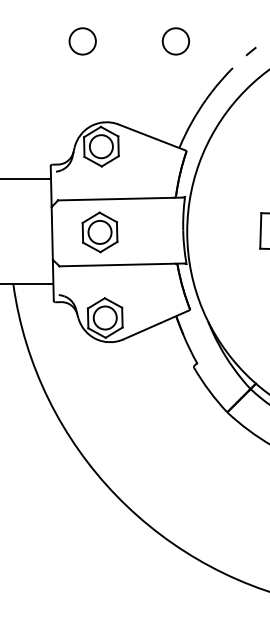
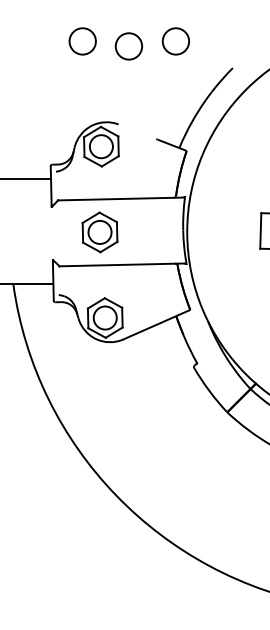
circle at (128, 46): none -> present
line at (251, 51): present -> none
line at (137, 131): present -> none
line at (51, 233): present -> none
